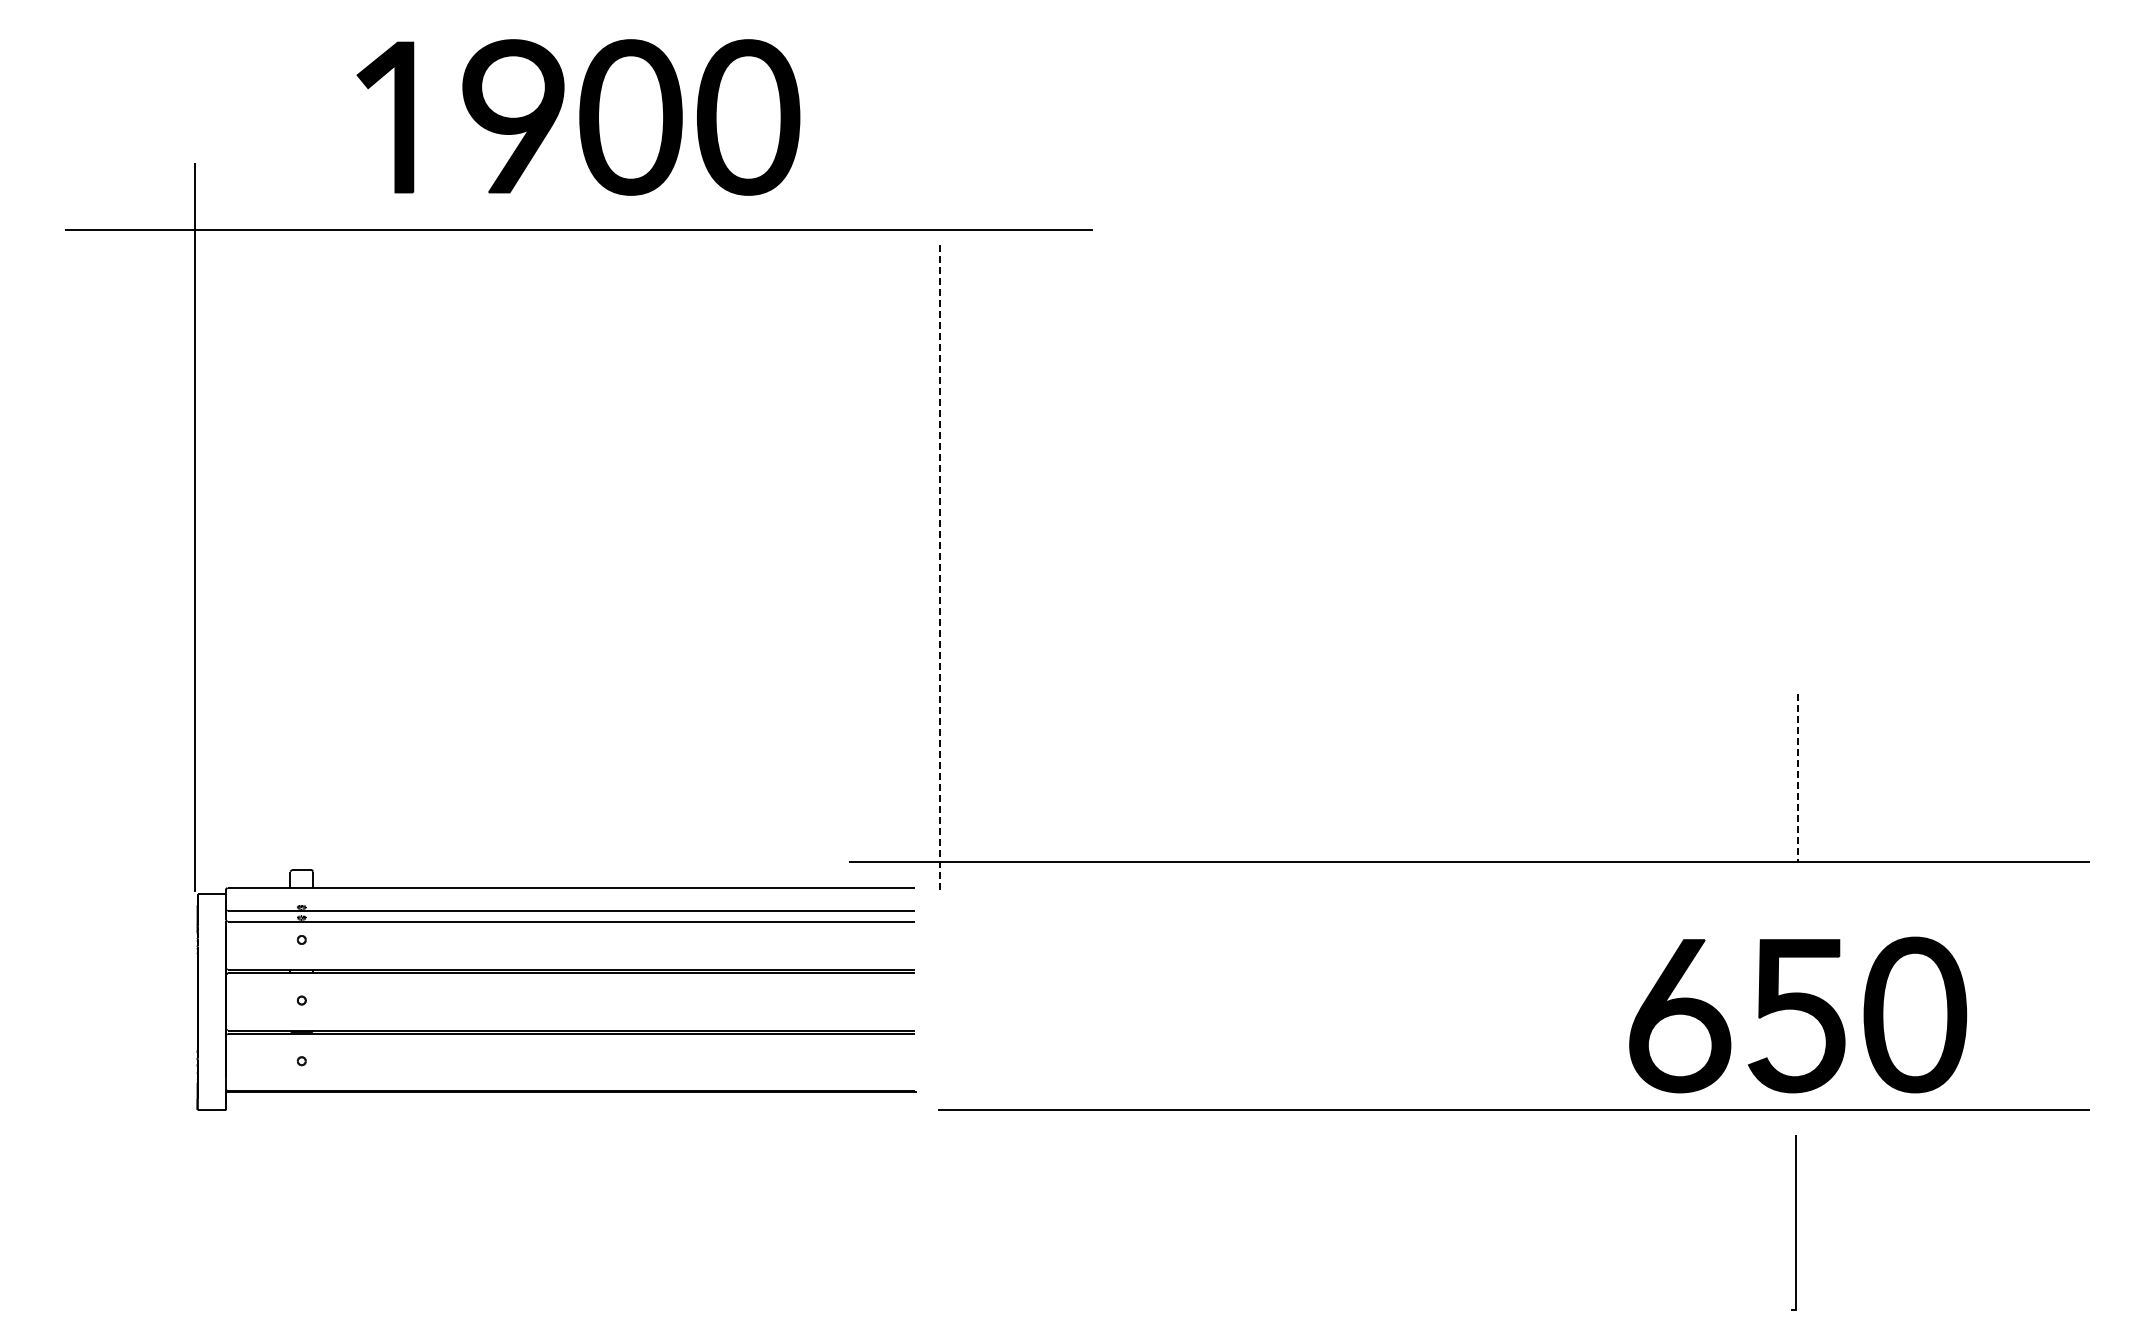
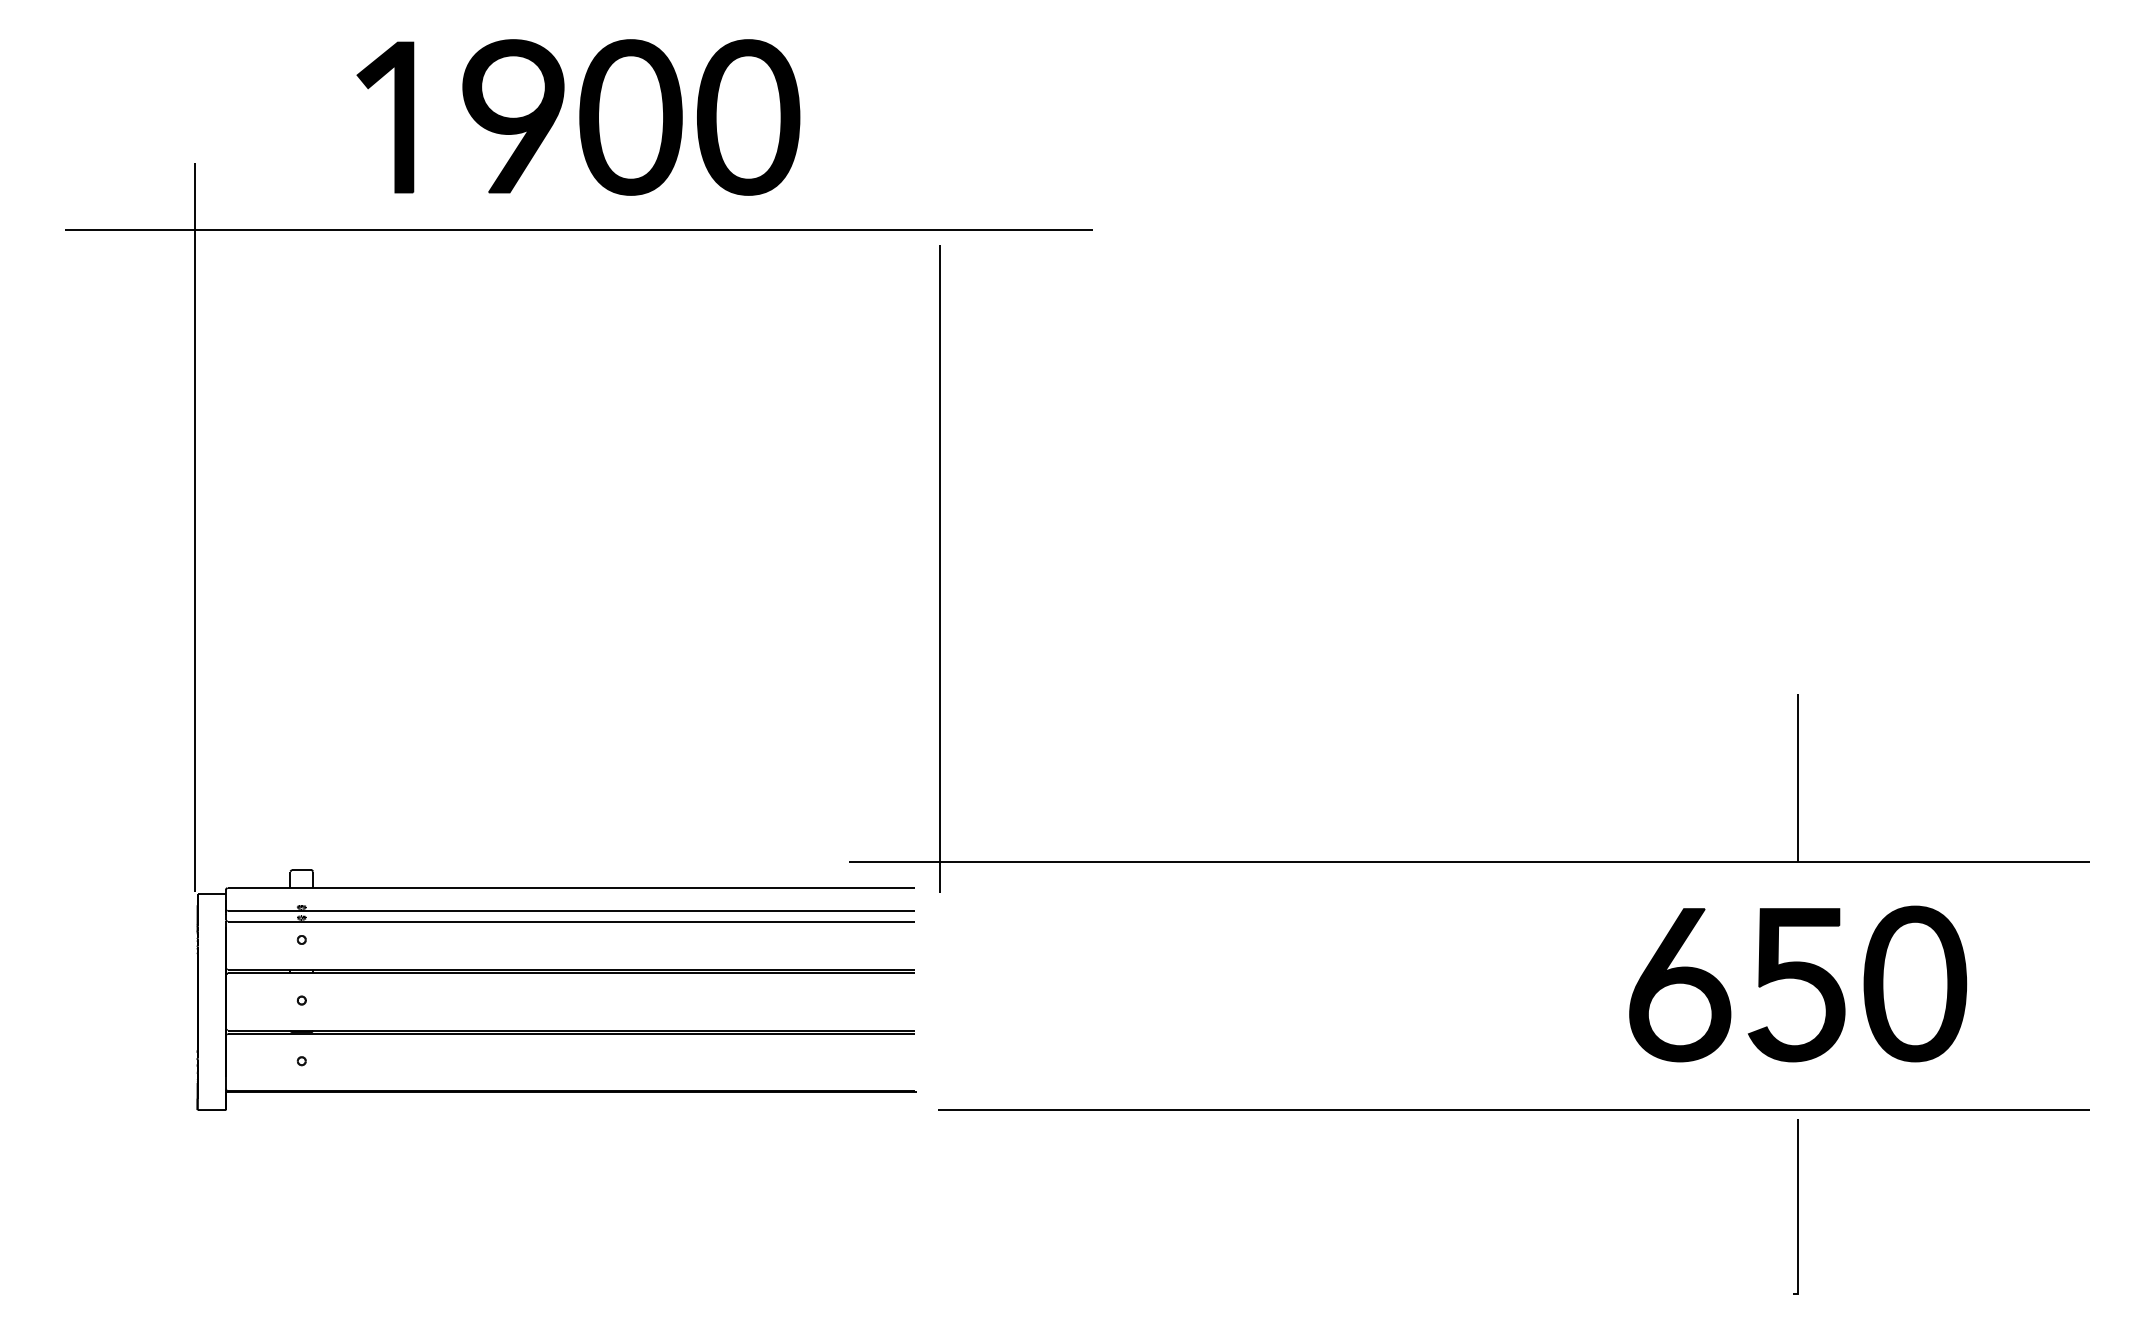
line at (939, 569): dashed -> solid
line at (1797, 777): dashed -> solid
part at (1798, 1014) position: (1798, 1014) -> (1798, 983)
line at (1795, 1222) position: (1795, 1222) -> (1797, 1206)
